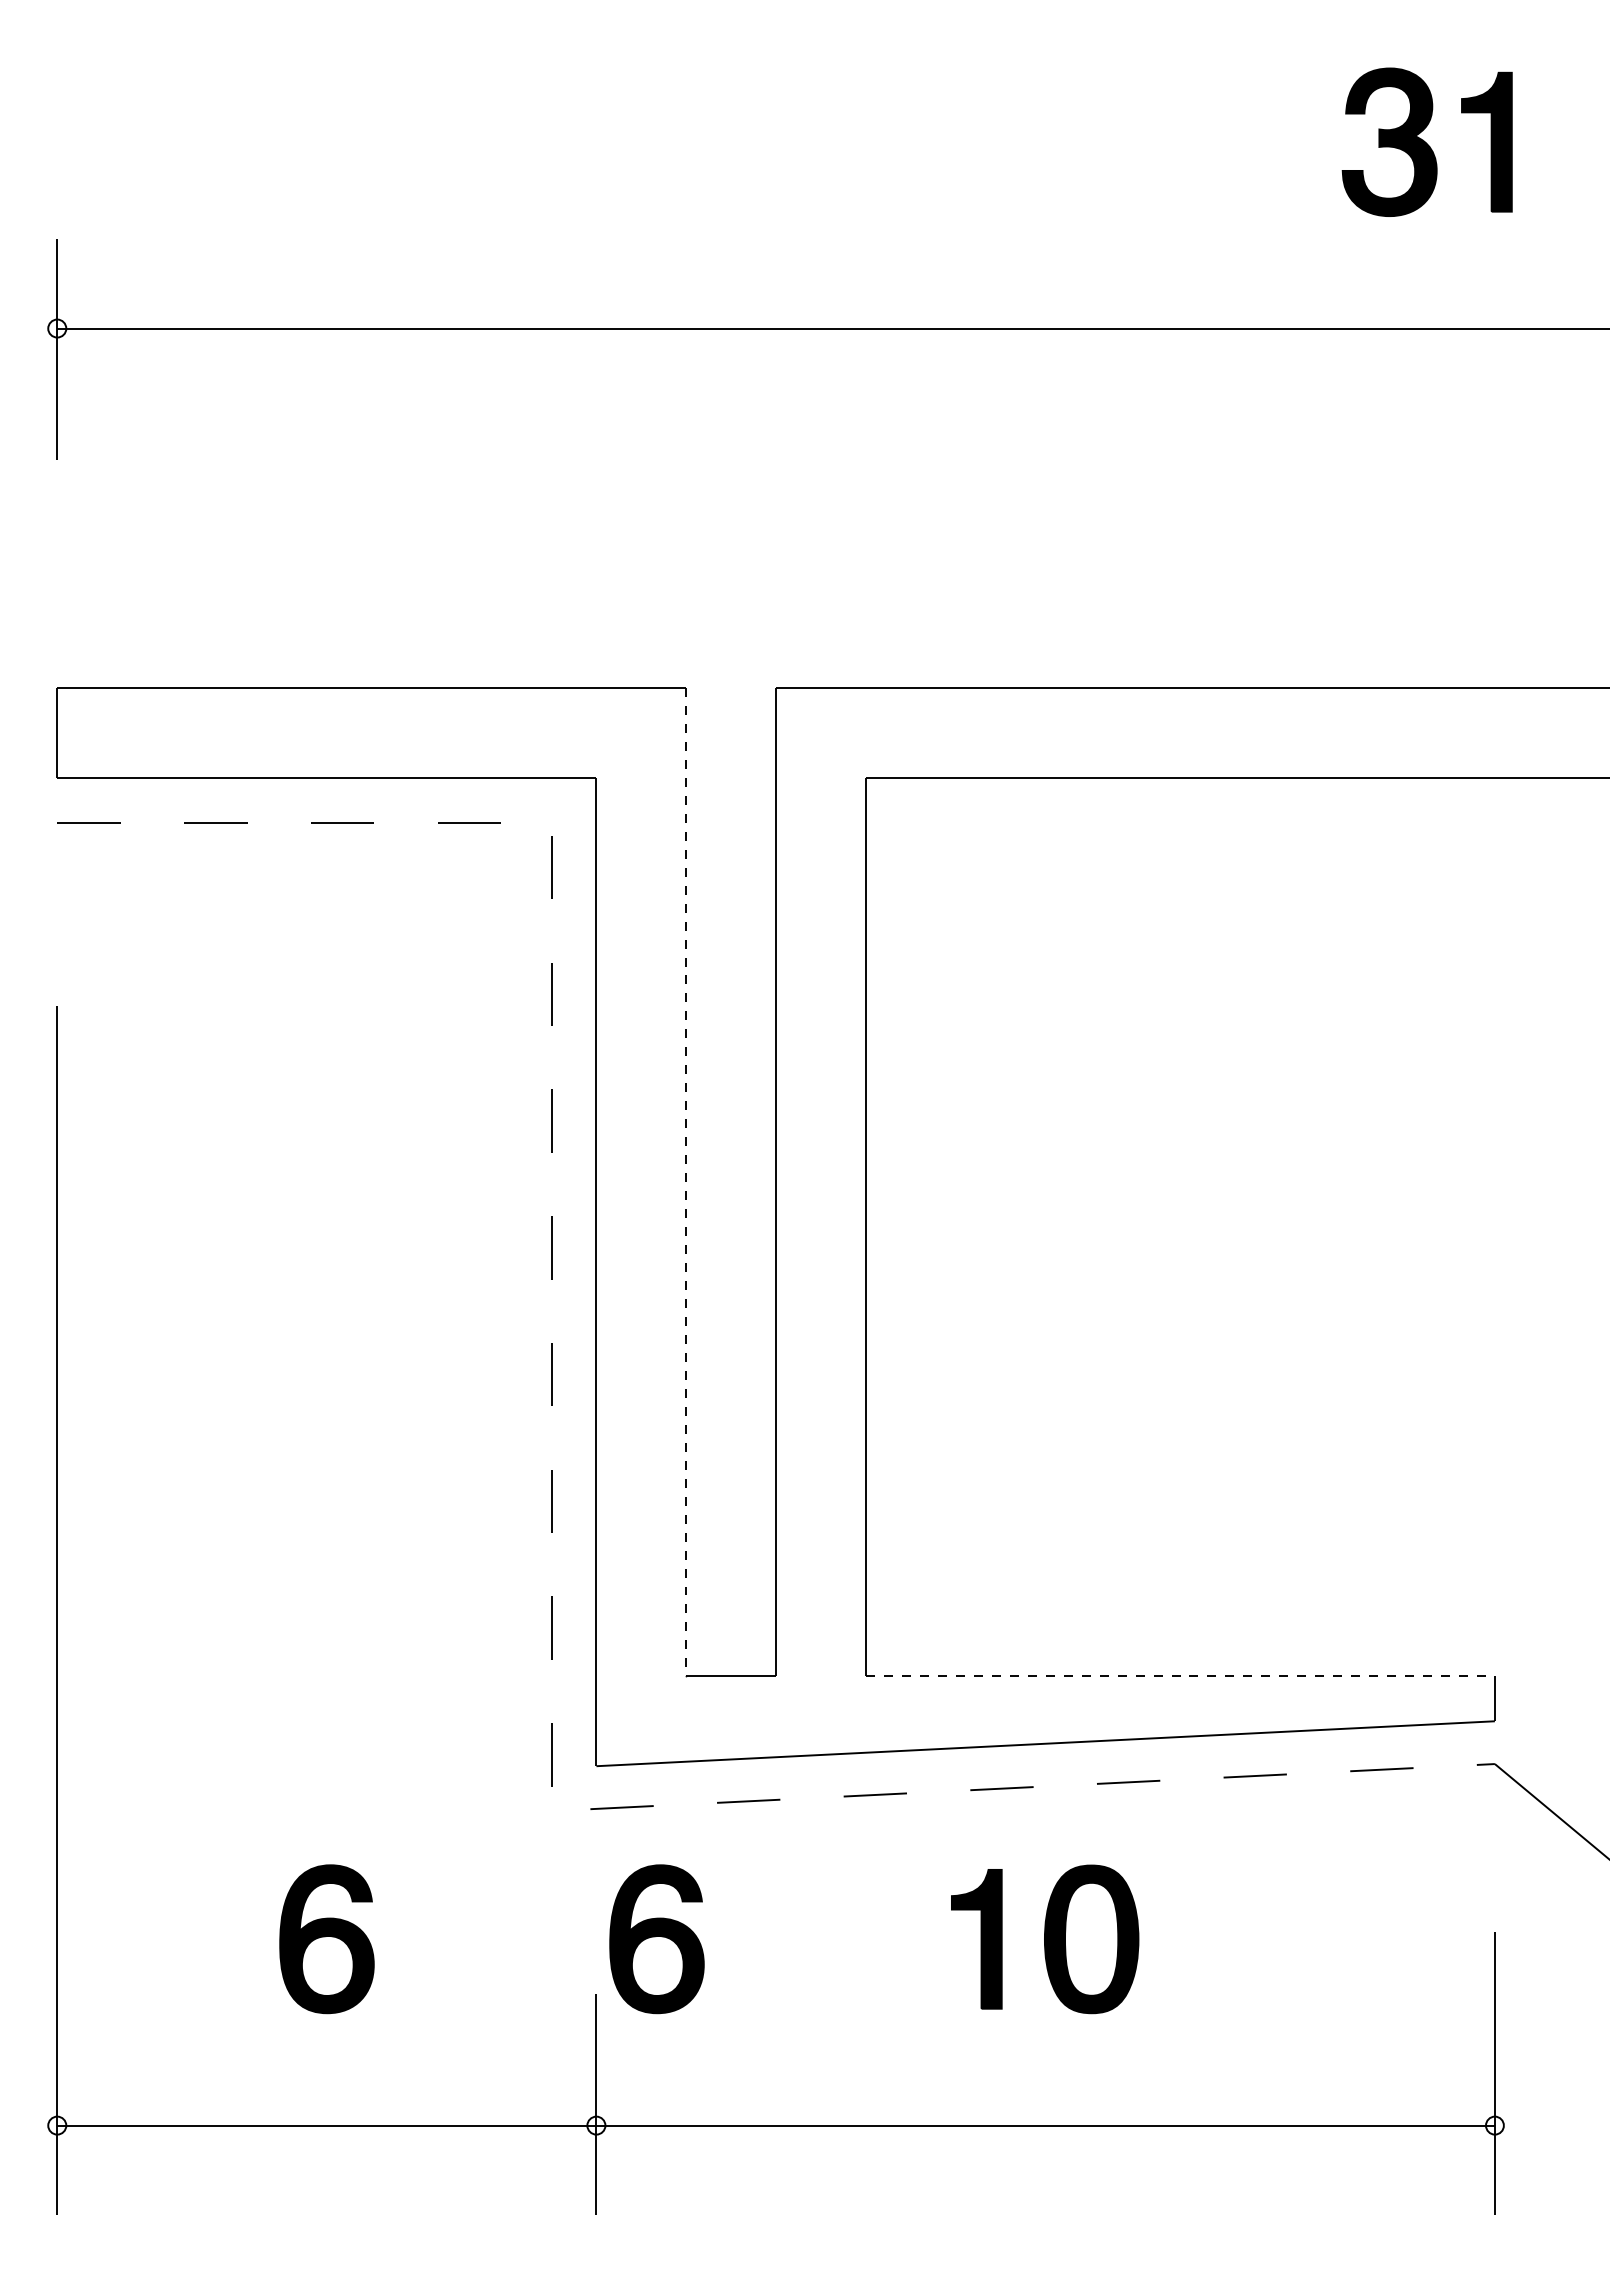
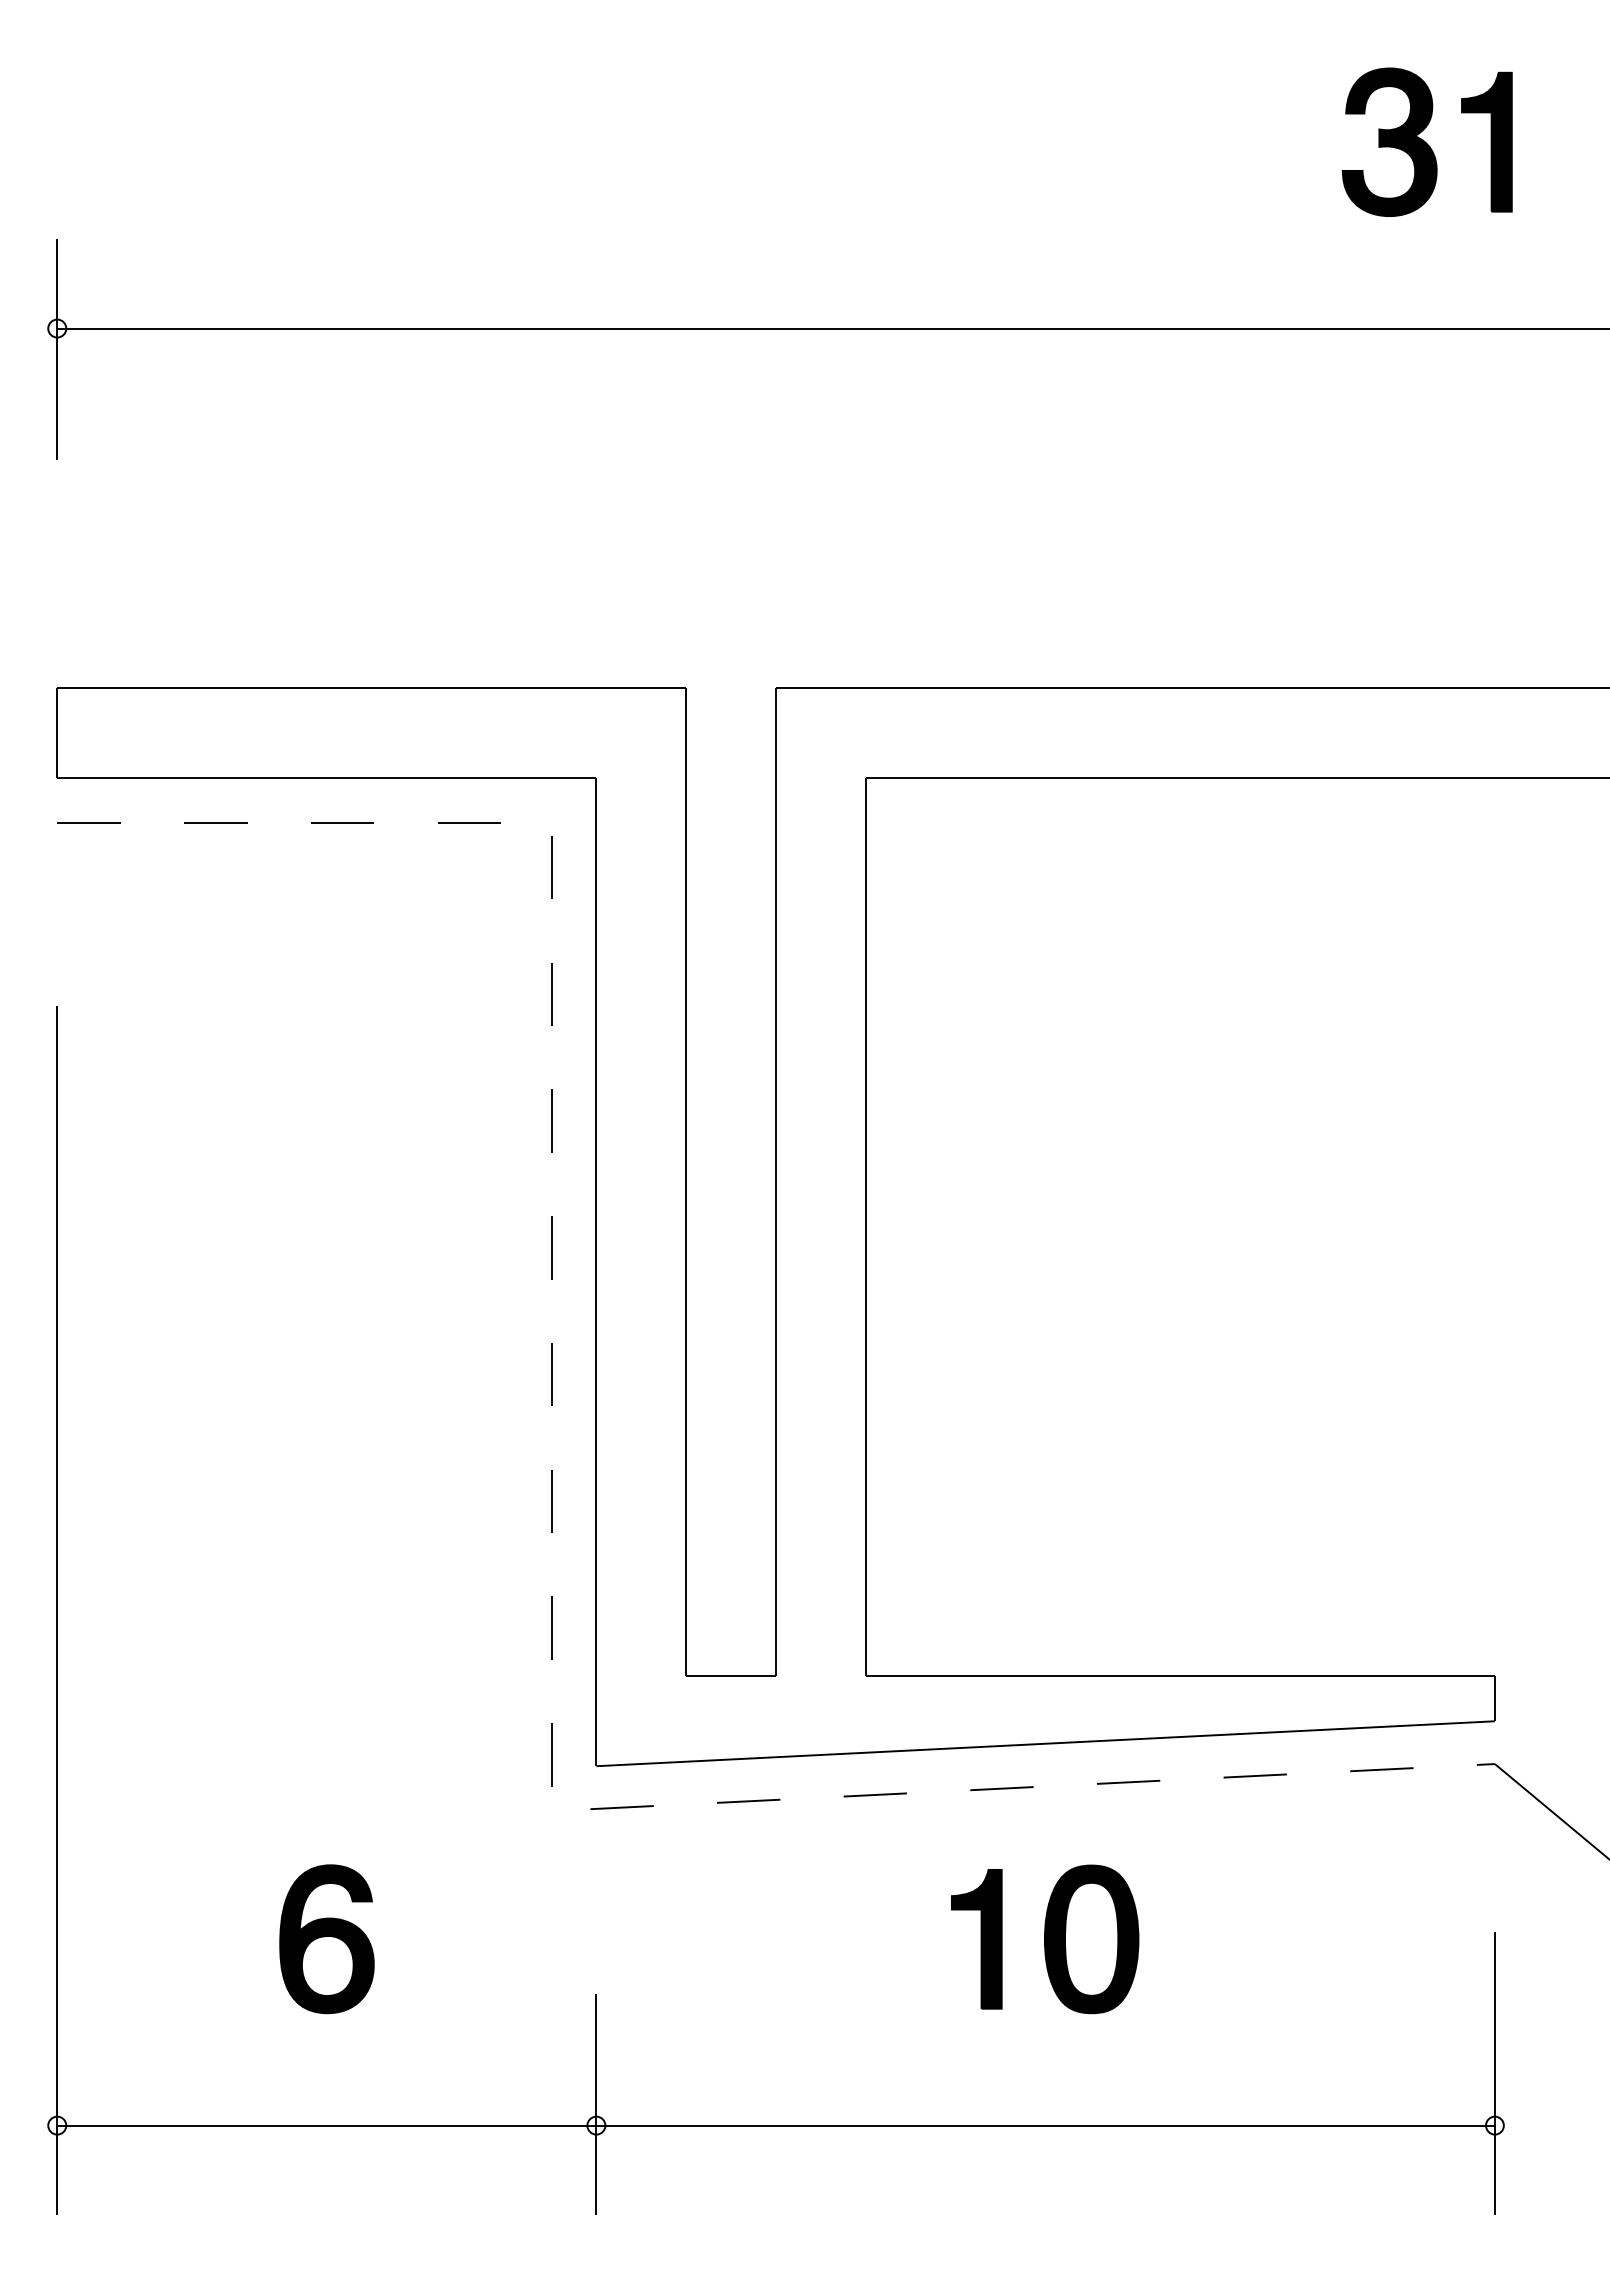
line at (686, 1182): dashed -> solid
line at (1180, 1676): dashed -> solid
part at (656, 1939): present -> none
